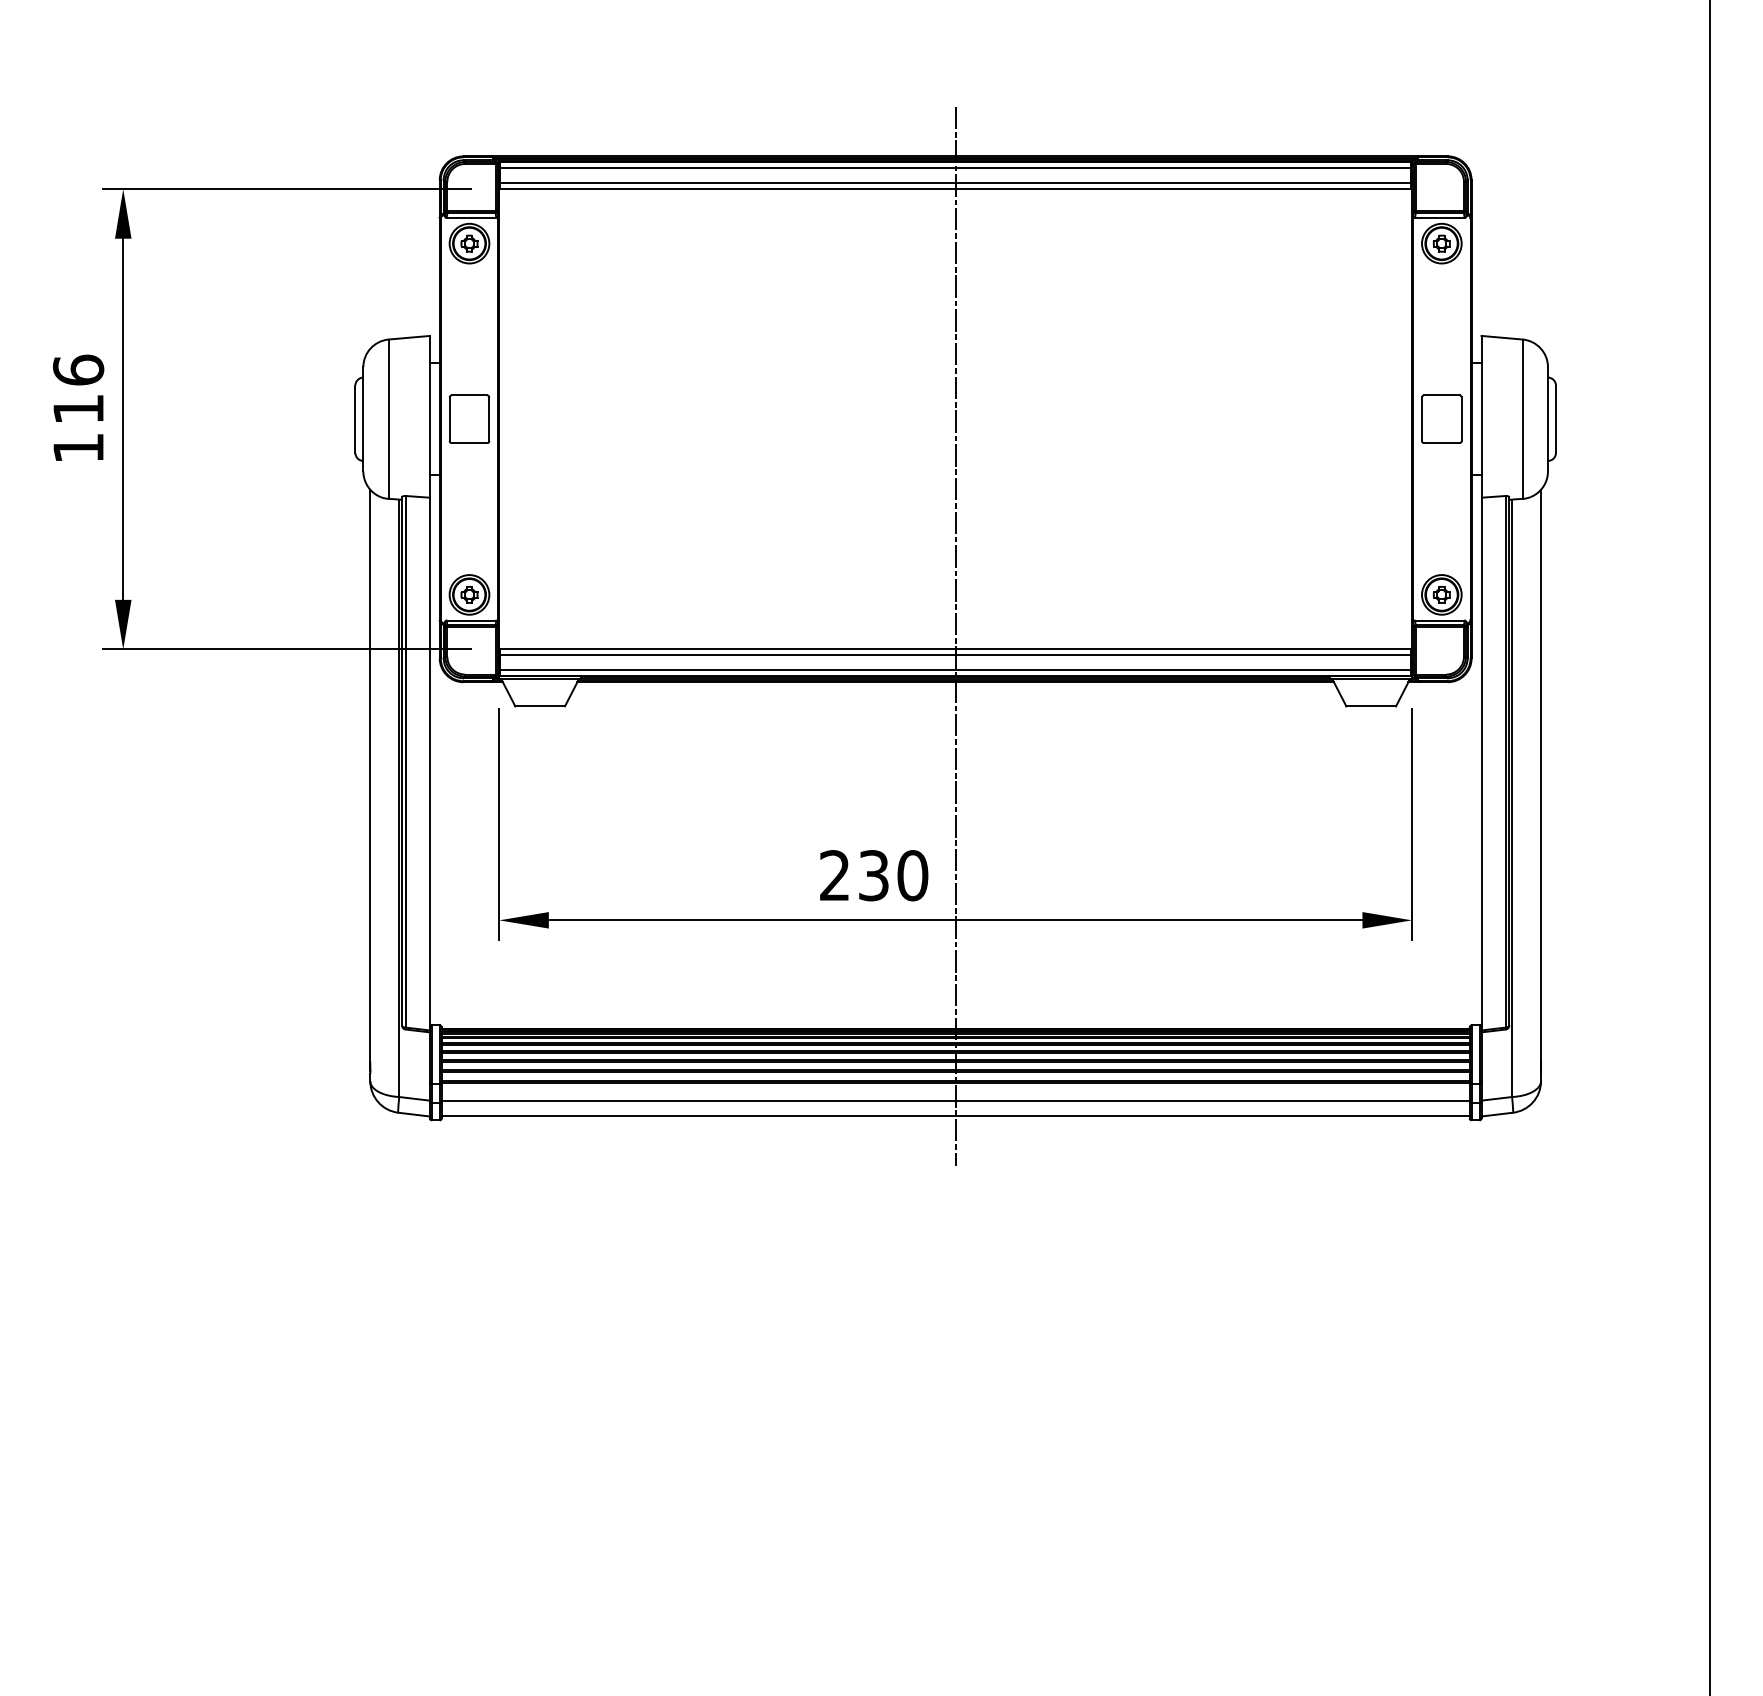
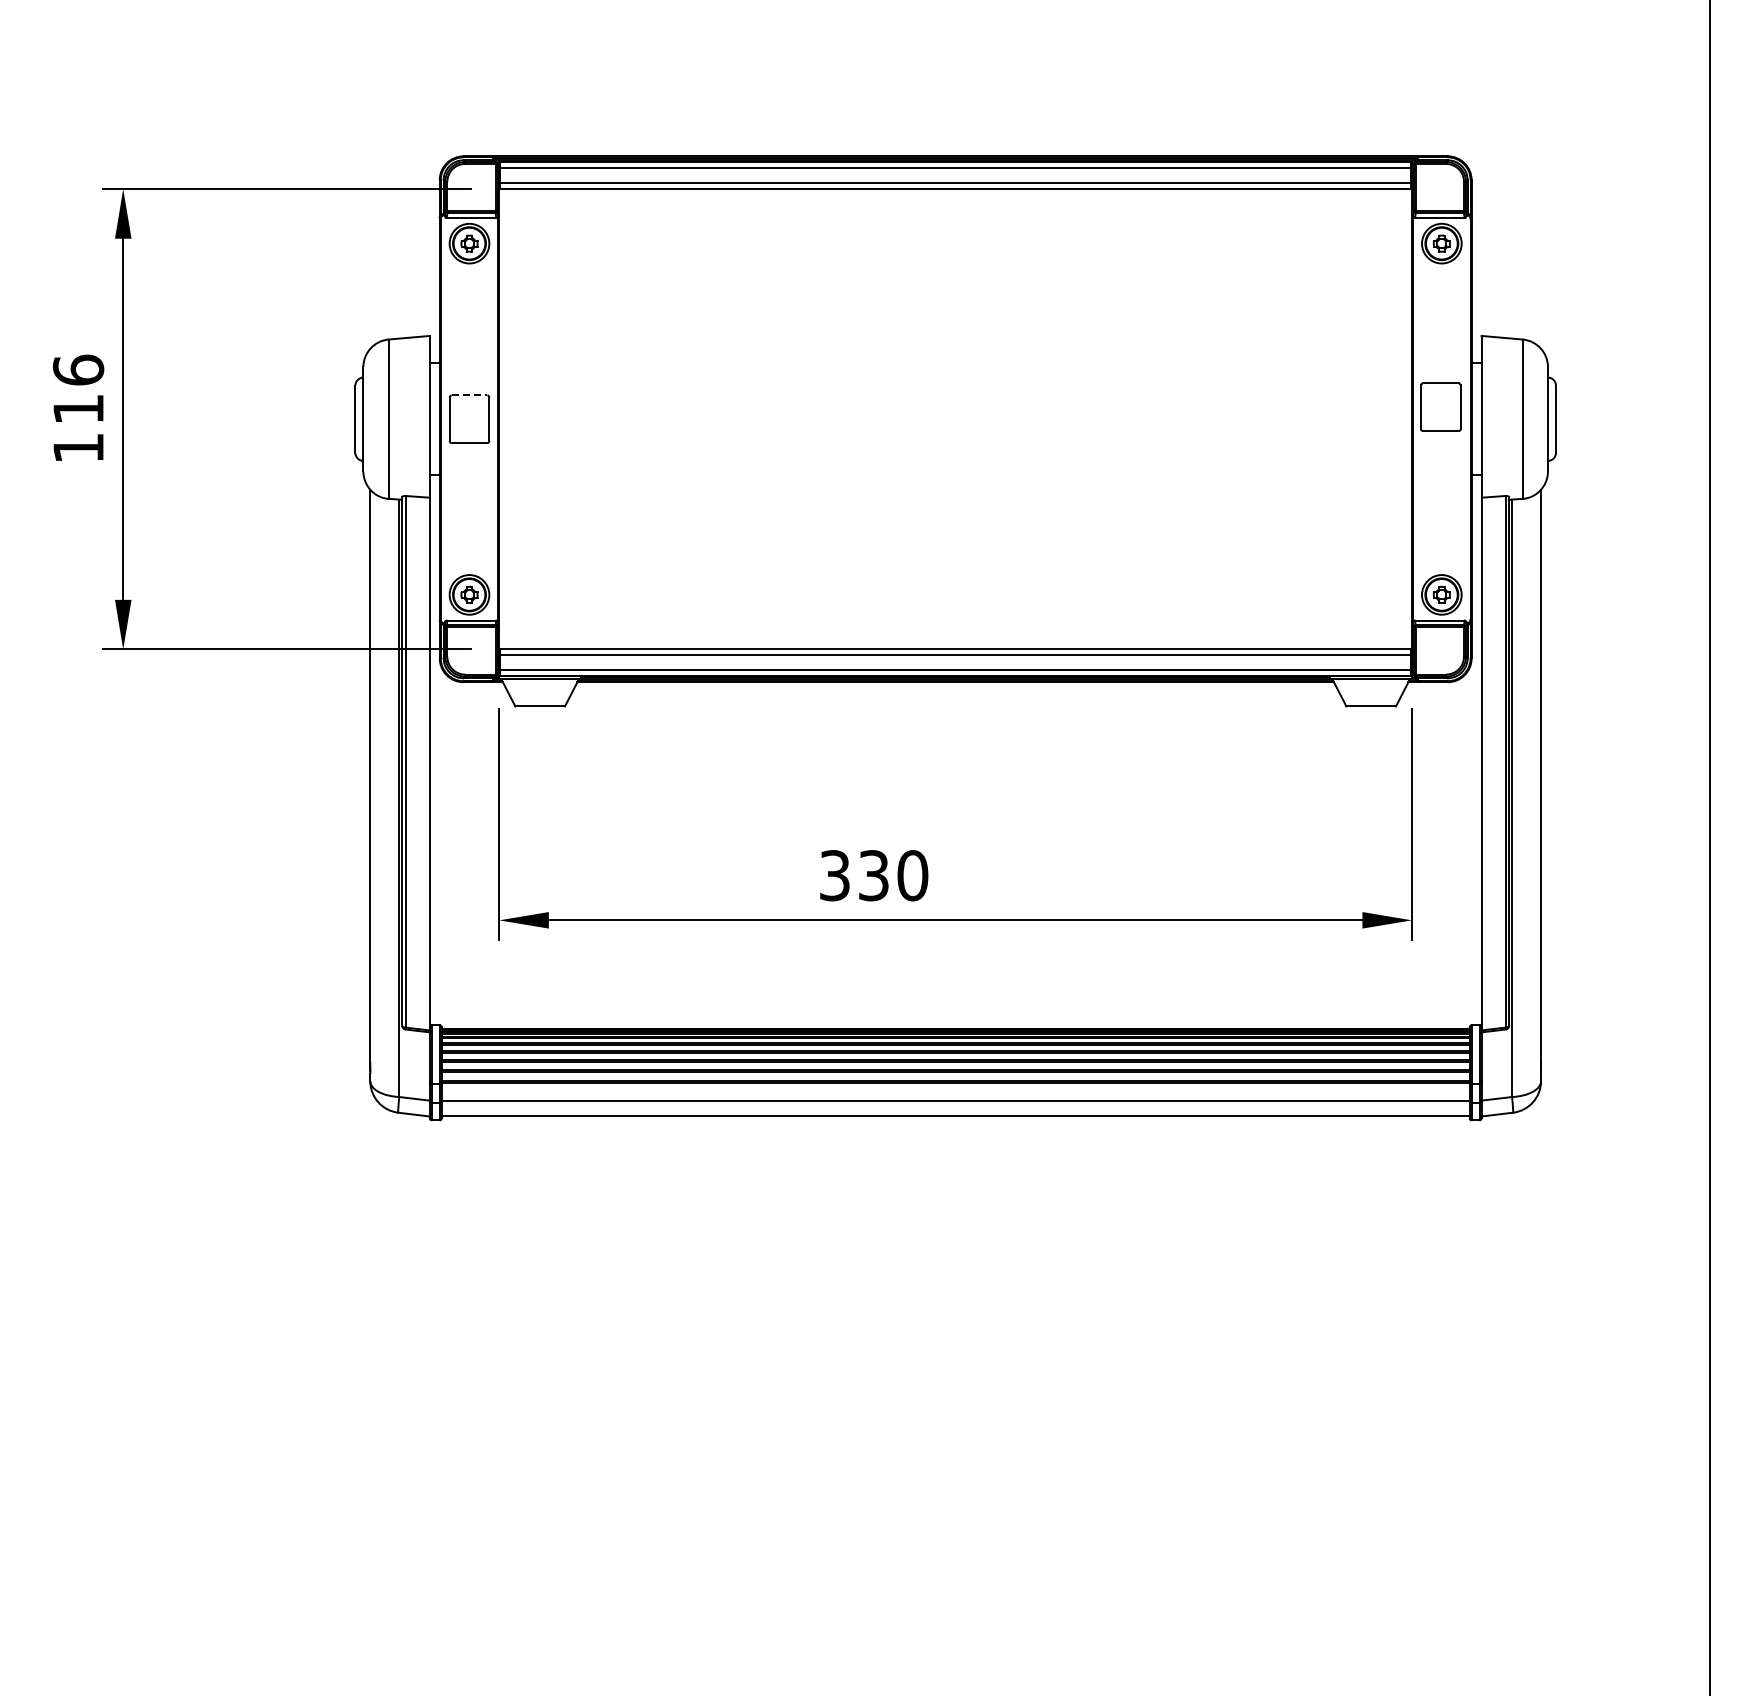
line at (469, 395): solid -> dashed
part at (1441, 418) position: (1441, 418) -> (1440, 406)
line at (955, 636): present -> none
text at (834, 875): 230 -> 330
